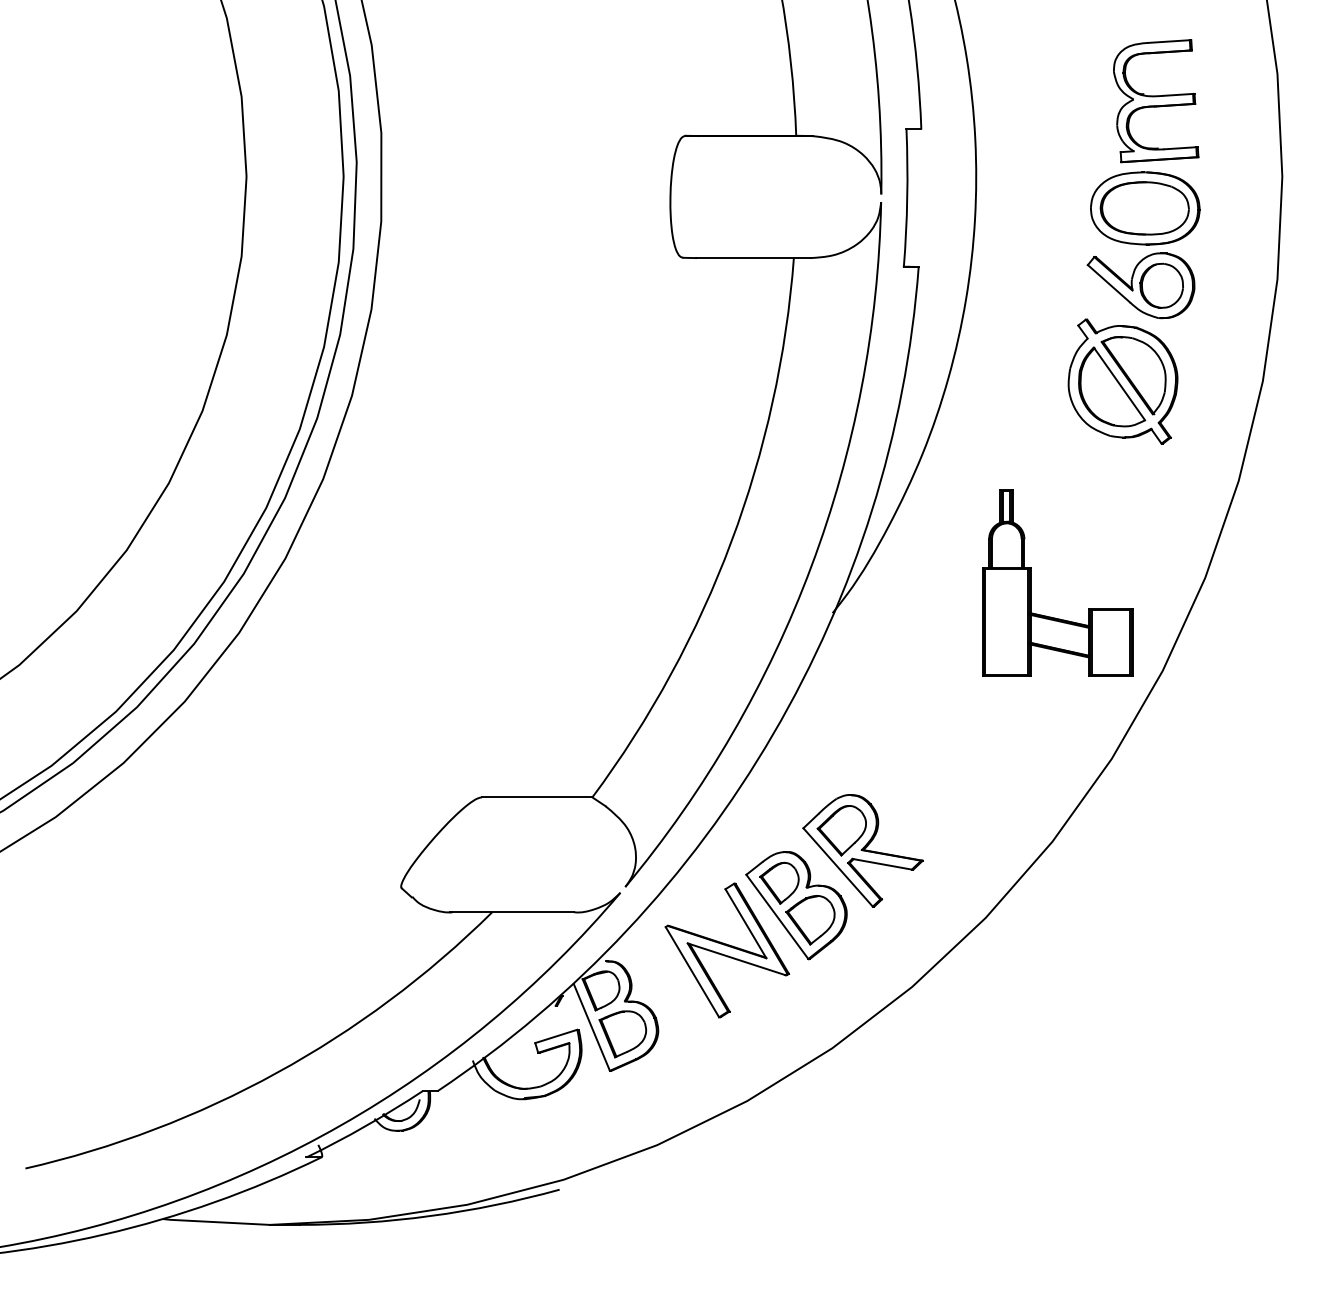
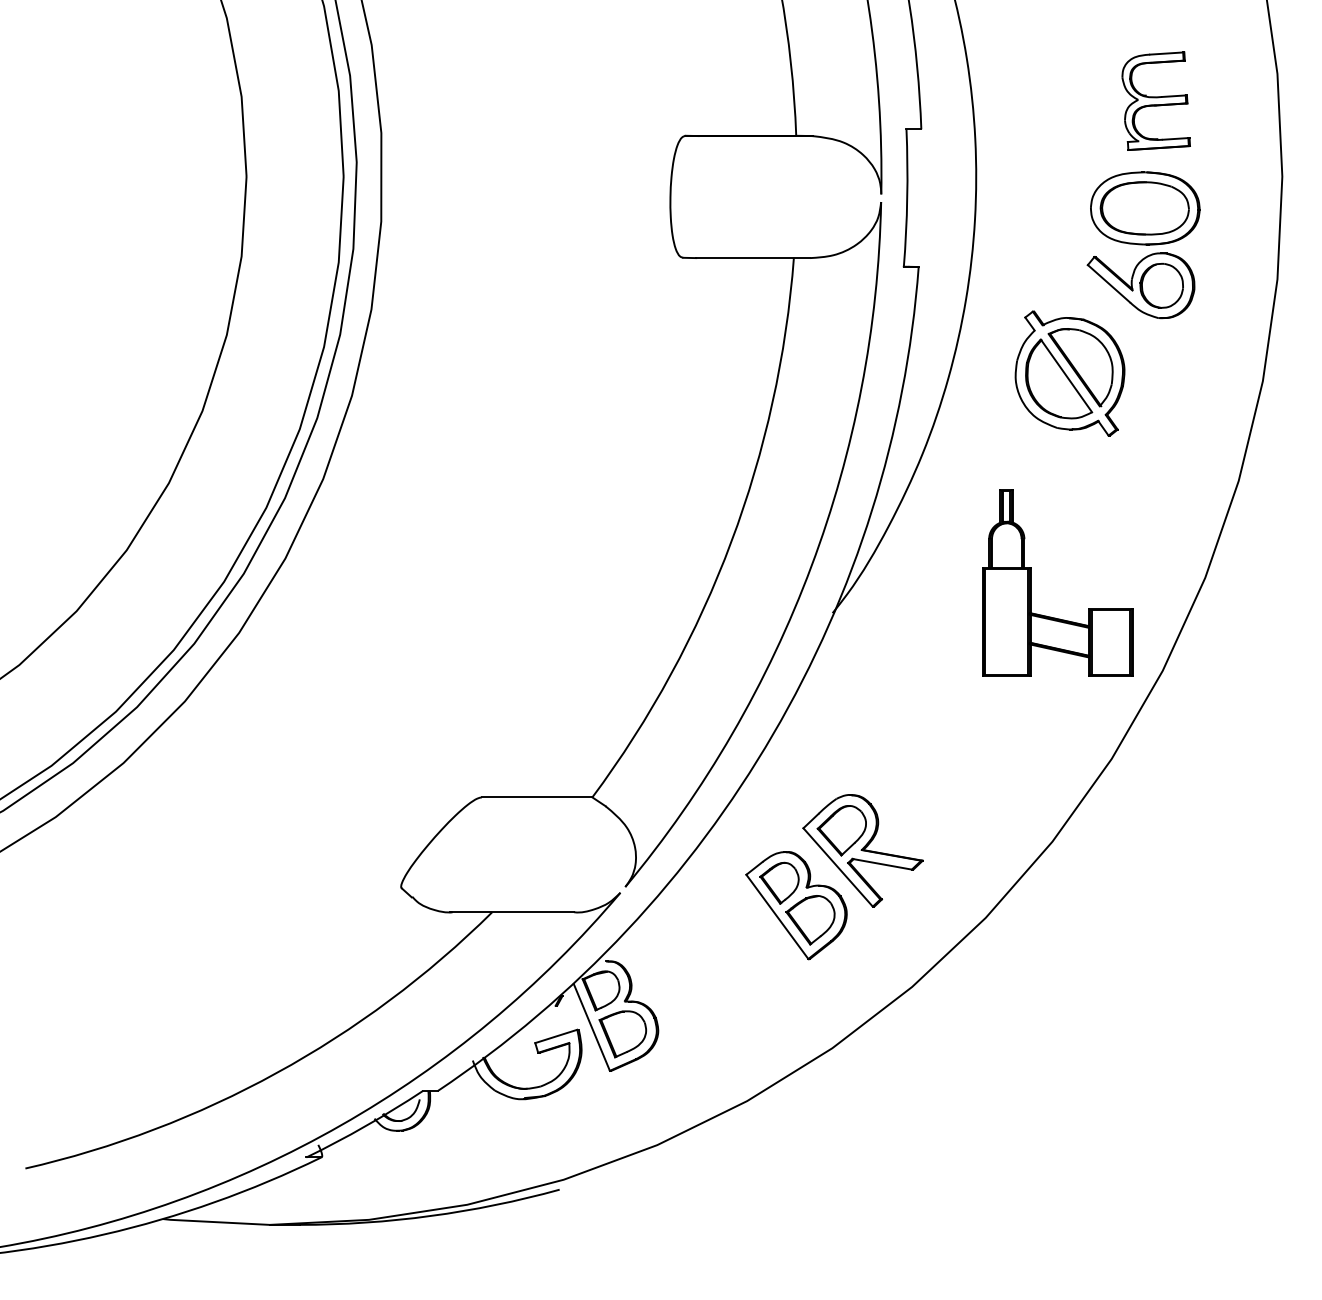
part at (1156, 101) size: 87x125 px -> 70x100 px
part at (1122, 381) position: (1122, 381) -> (1069, 373)
part at (727, 950): present -> none
